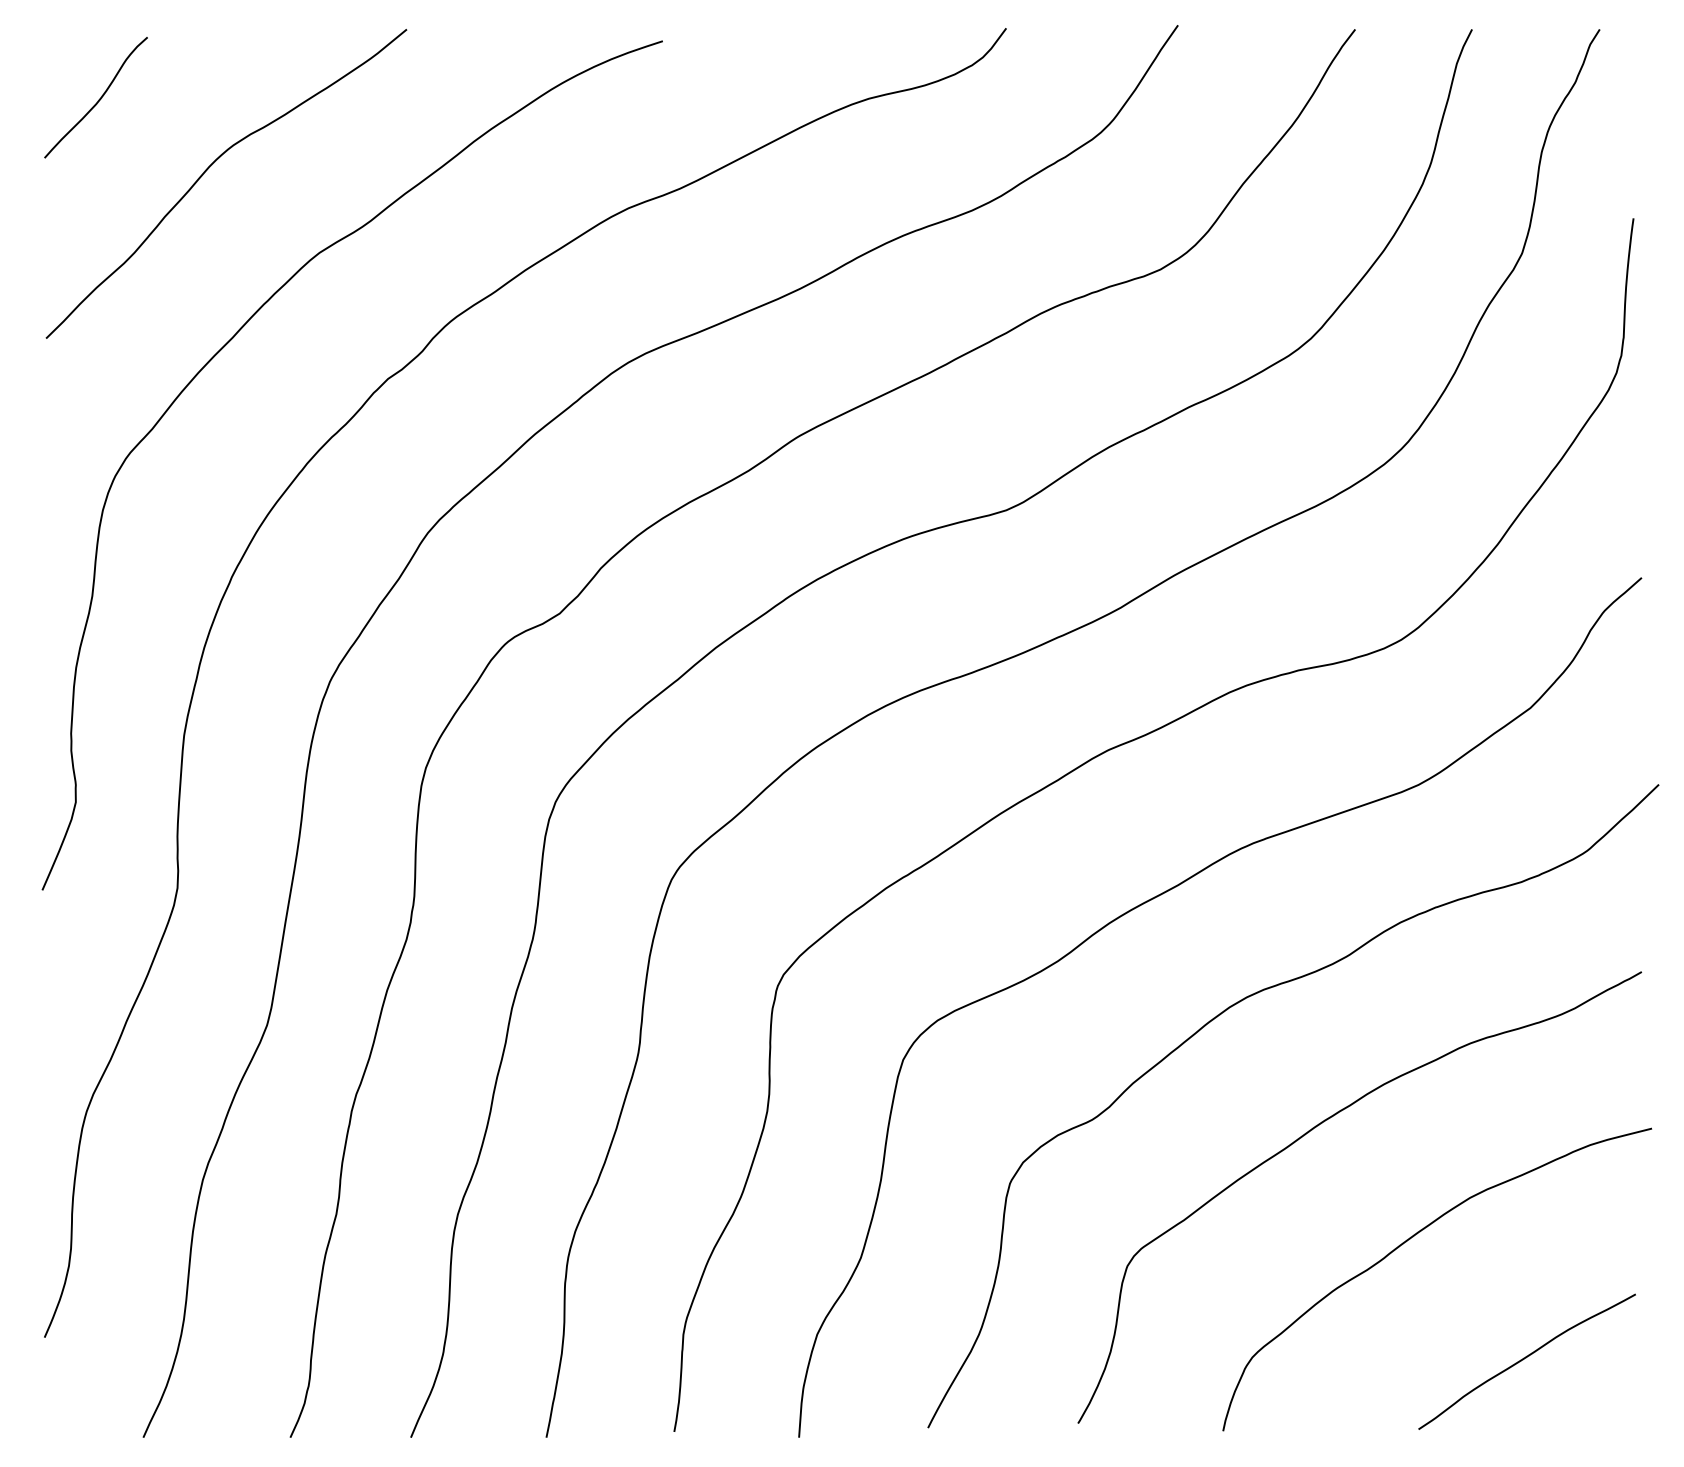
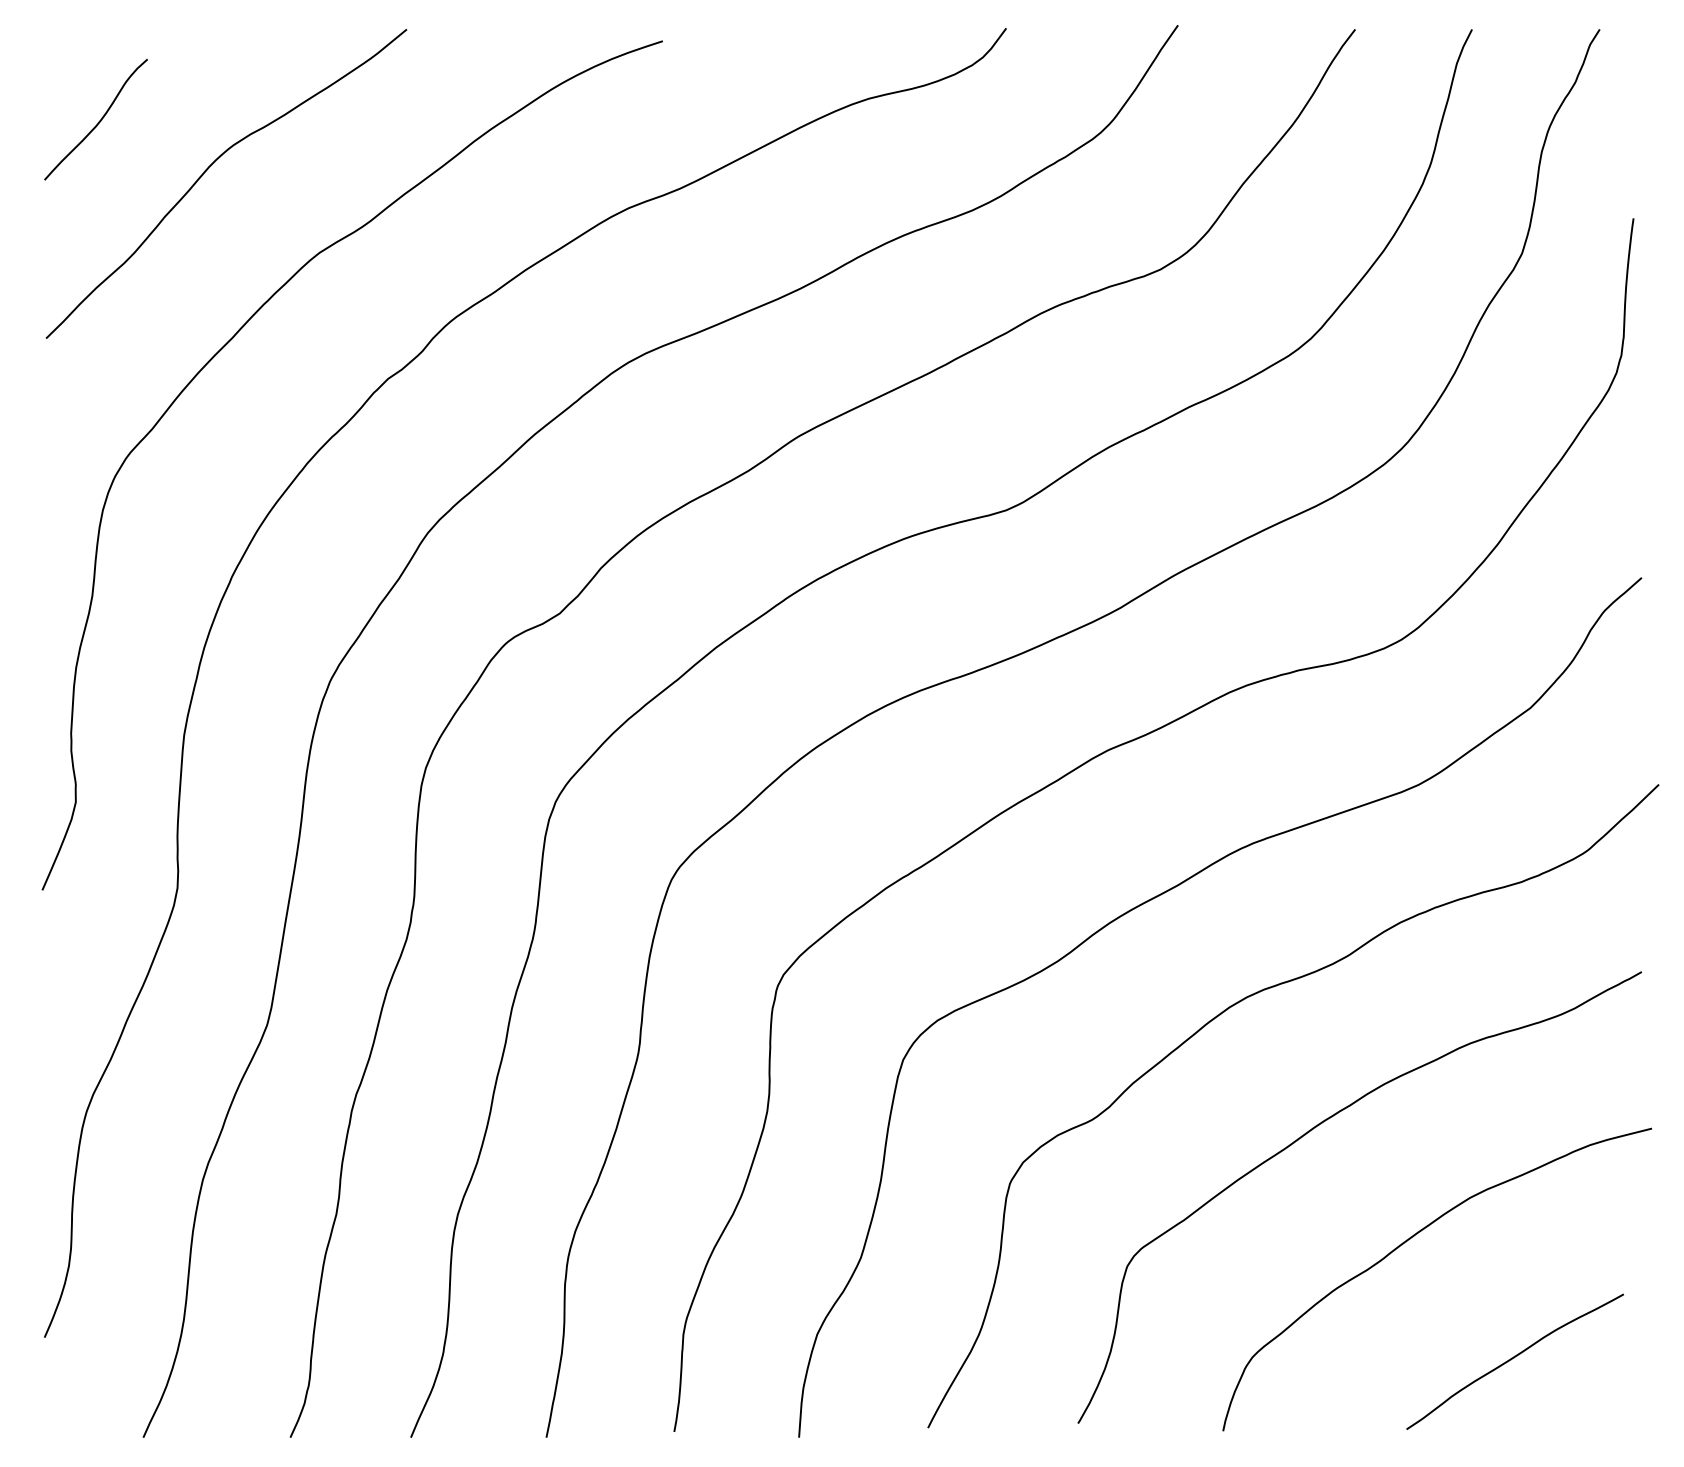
curve at (98, 99) position: (98, 99) -> (98, 121)
curve at (1524, 1359) position: (1524, 1359) -> (1512, 1359)
